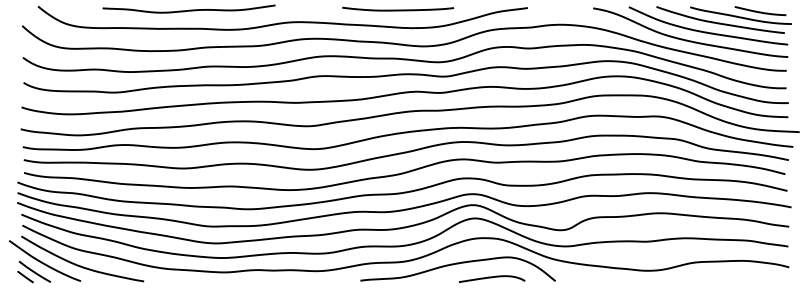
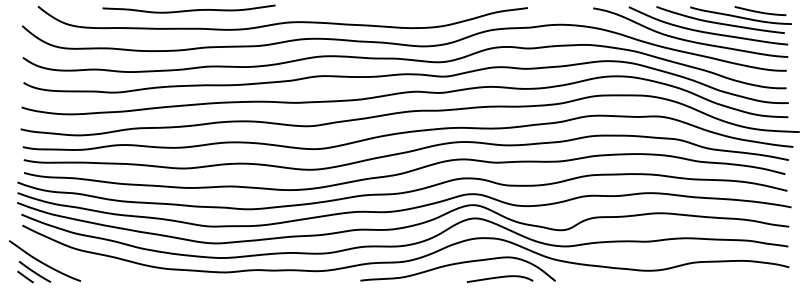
curve at (398, 9): present -> none
curve at (81, 265): present -> none
curve at (491, 278) position: (491, 278) -> (499, 278)
